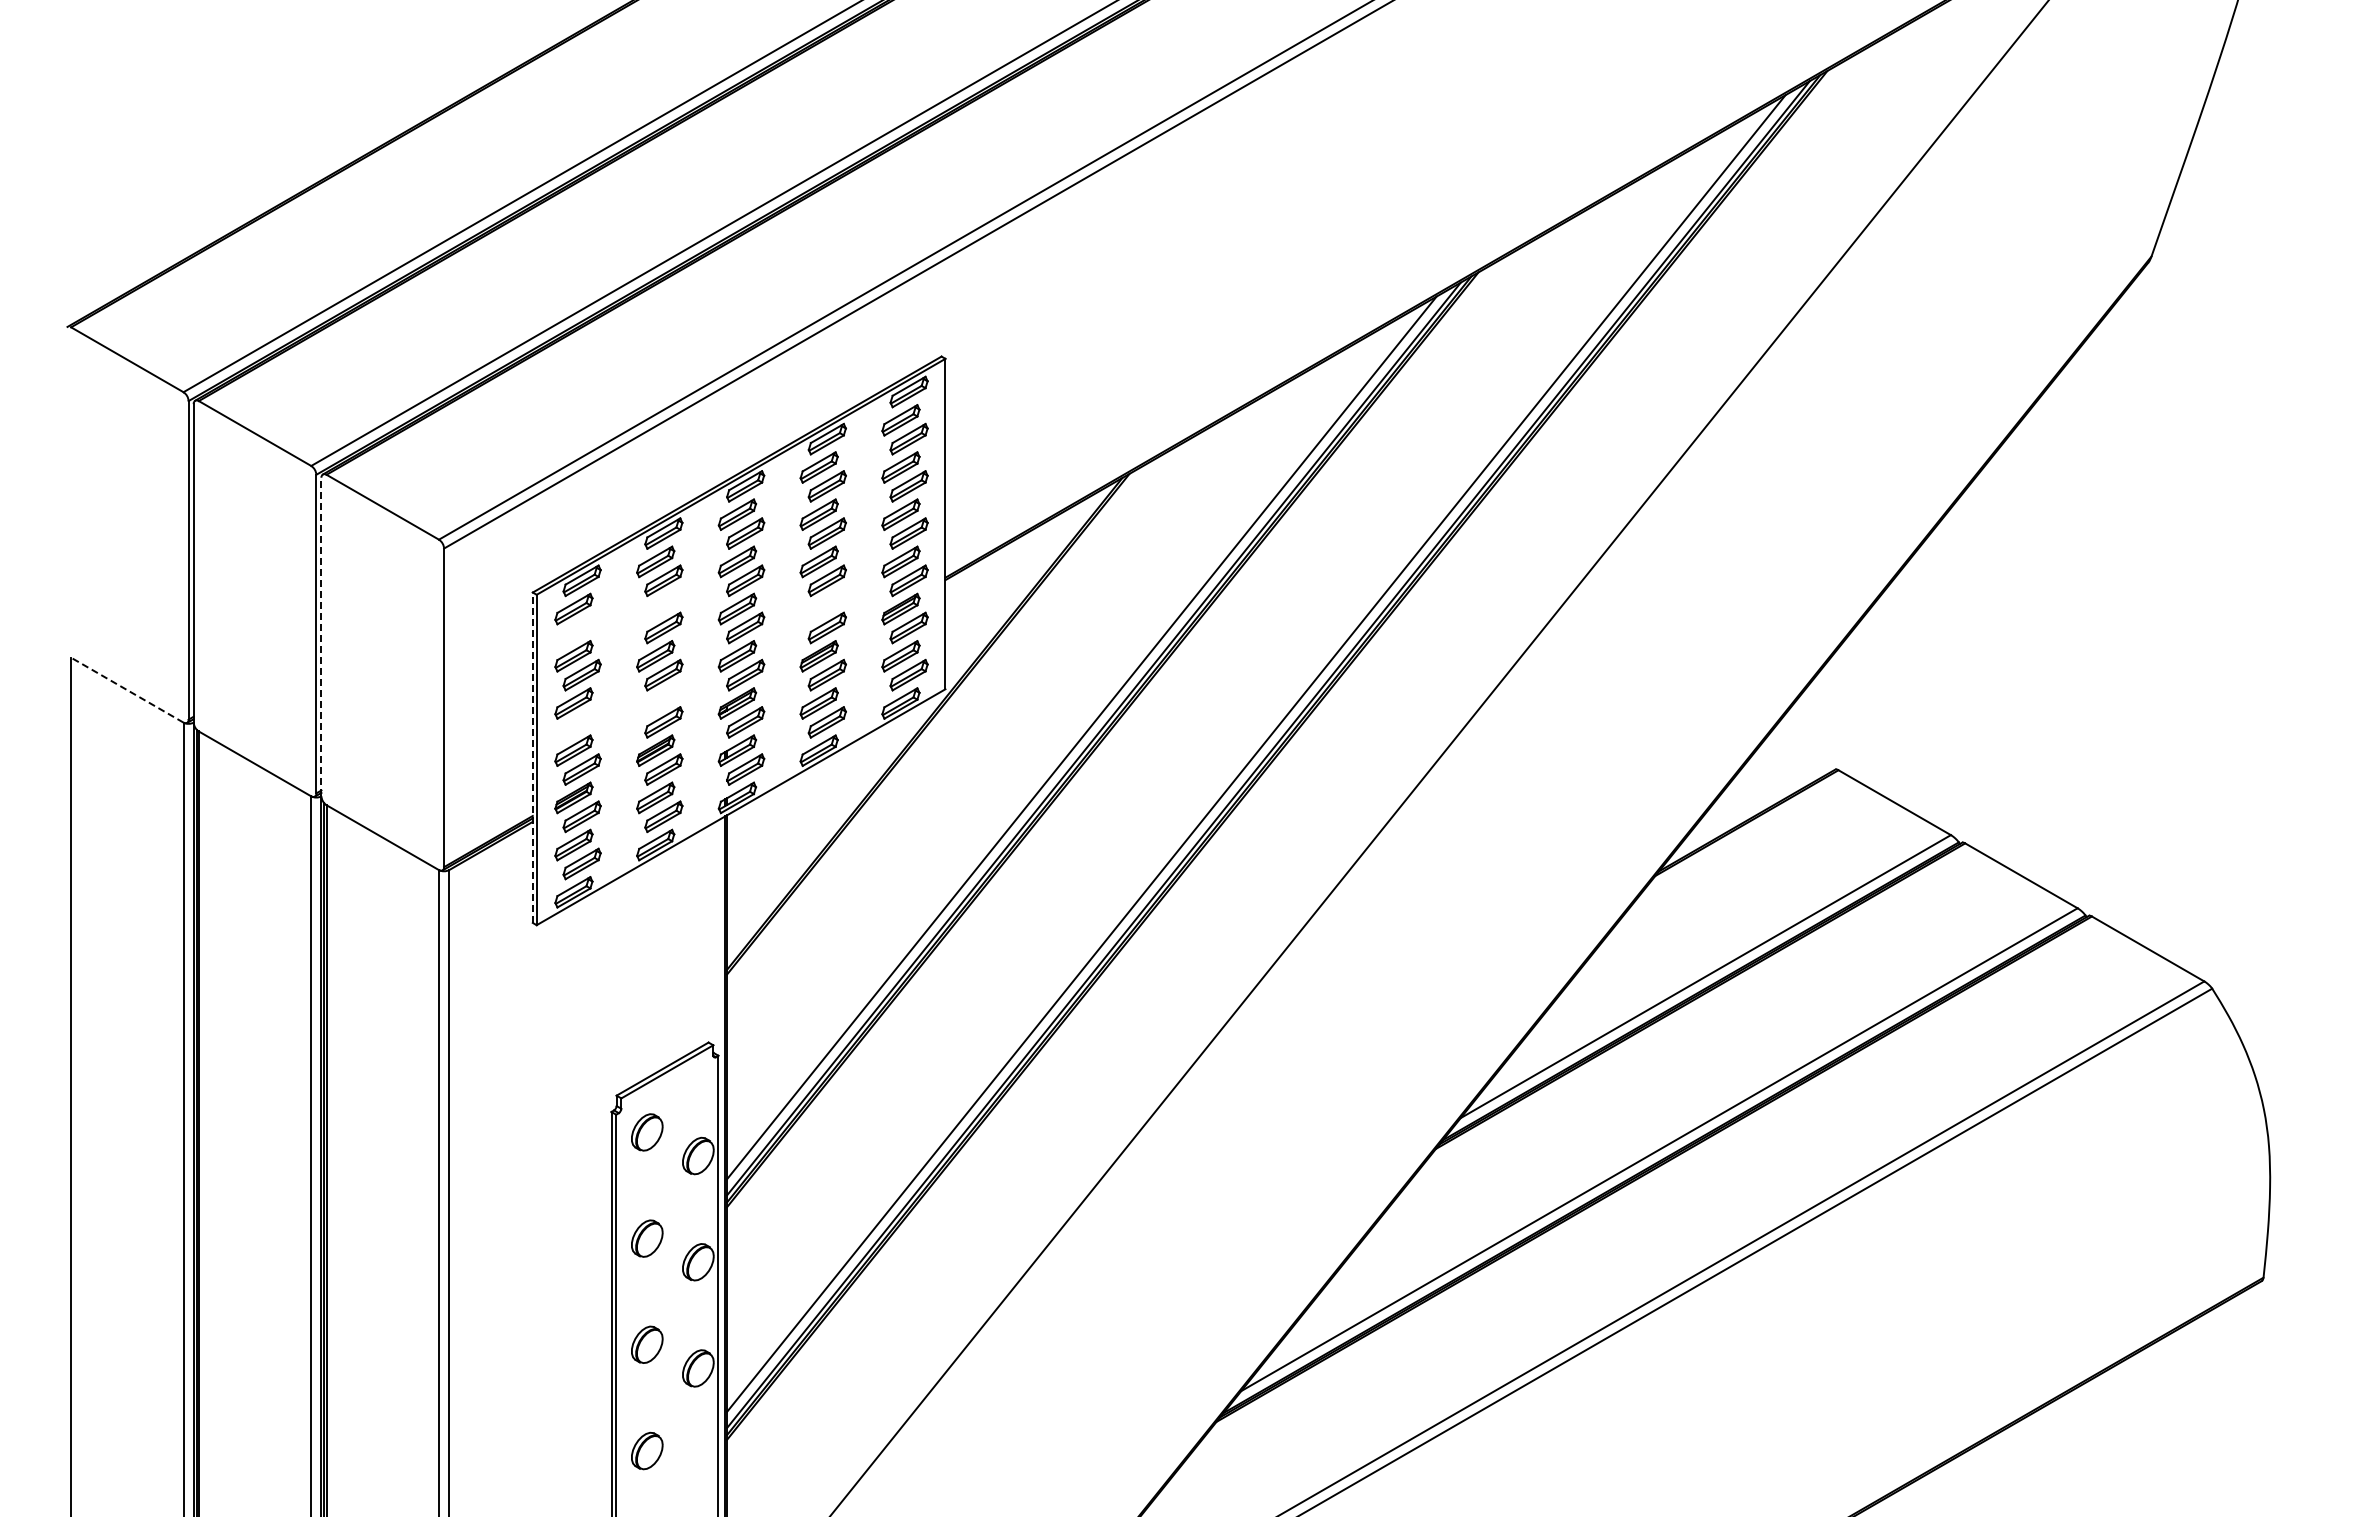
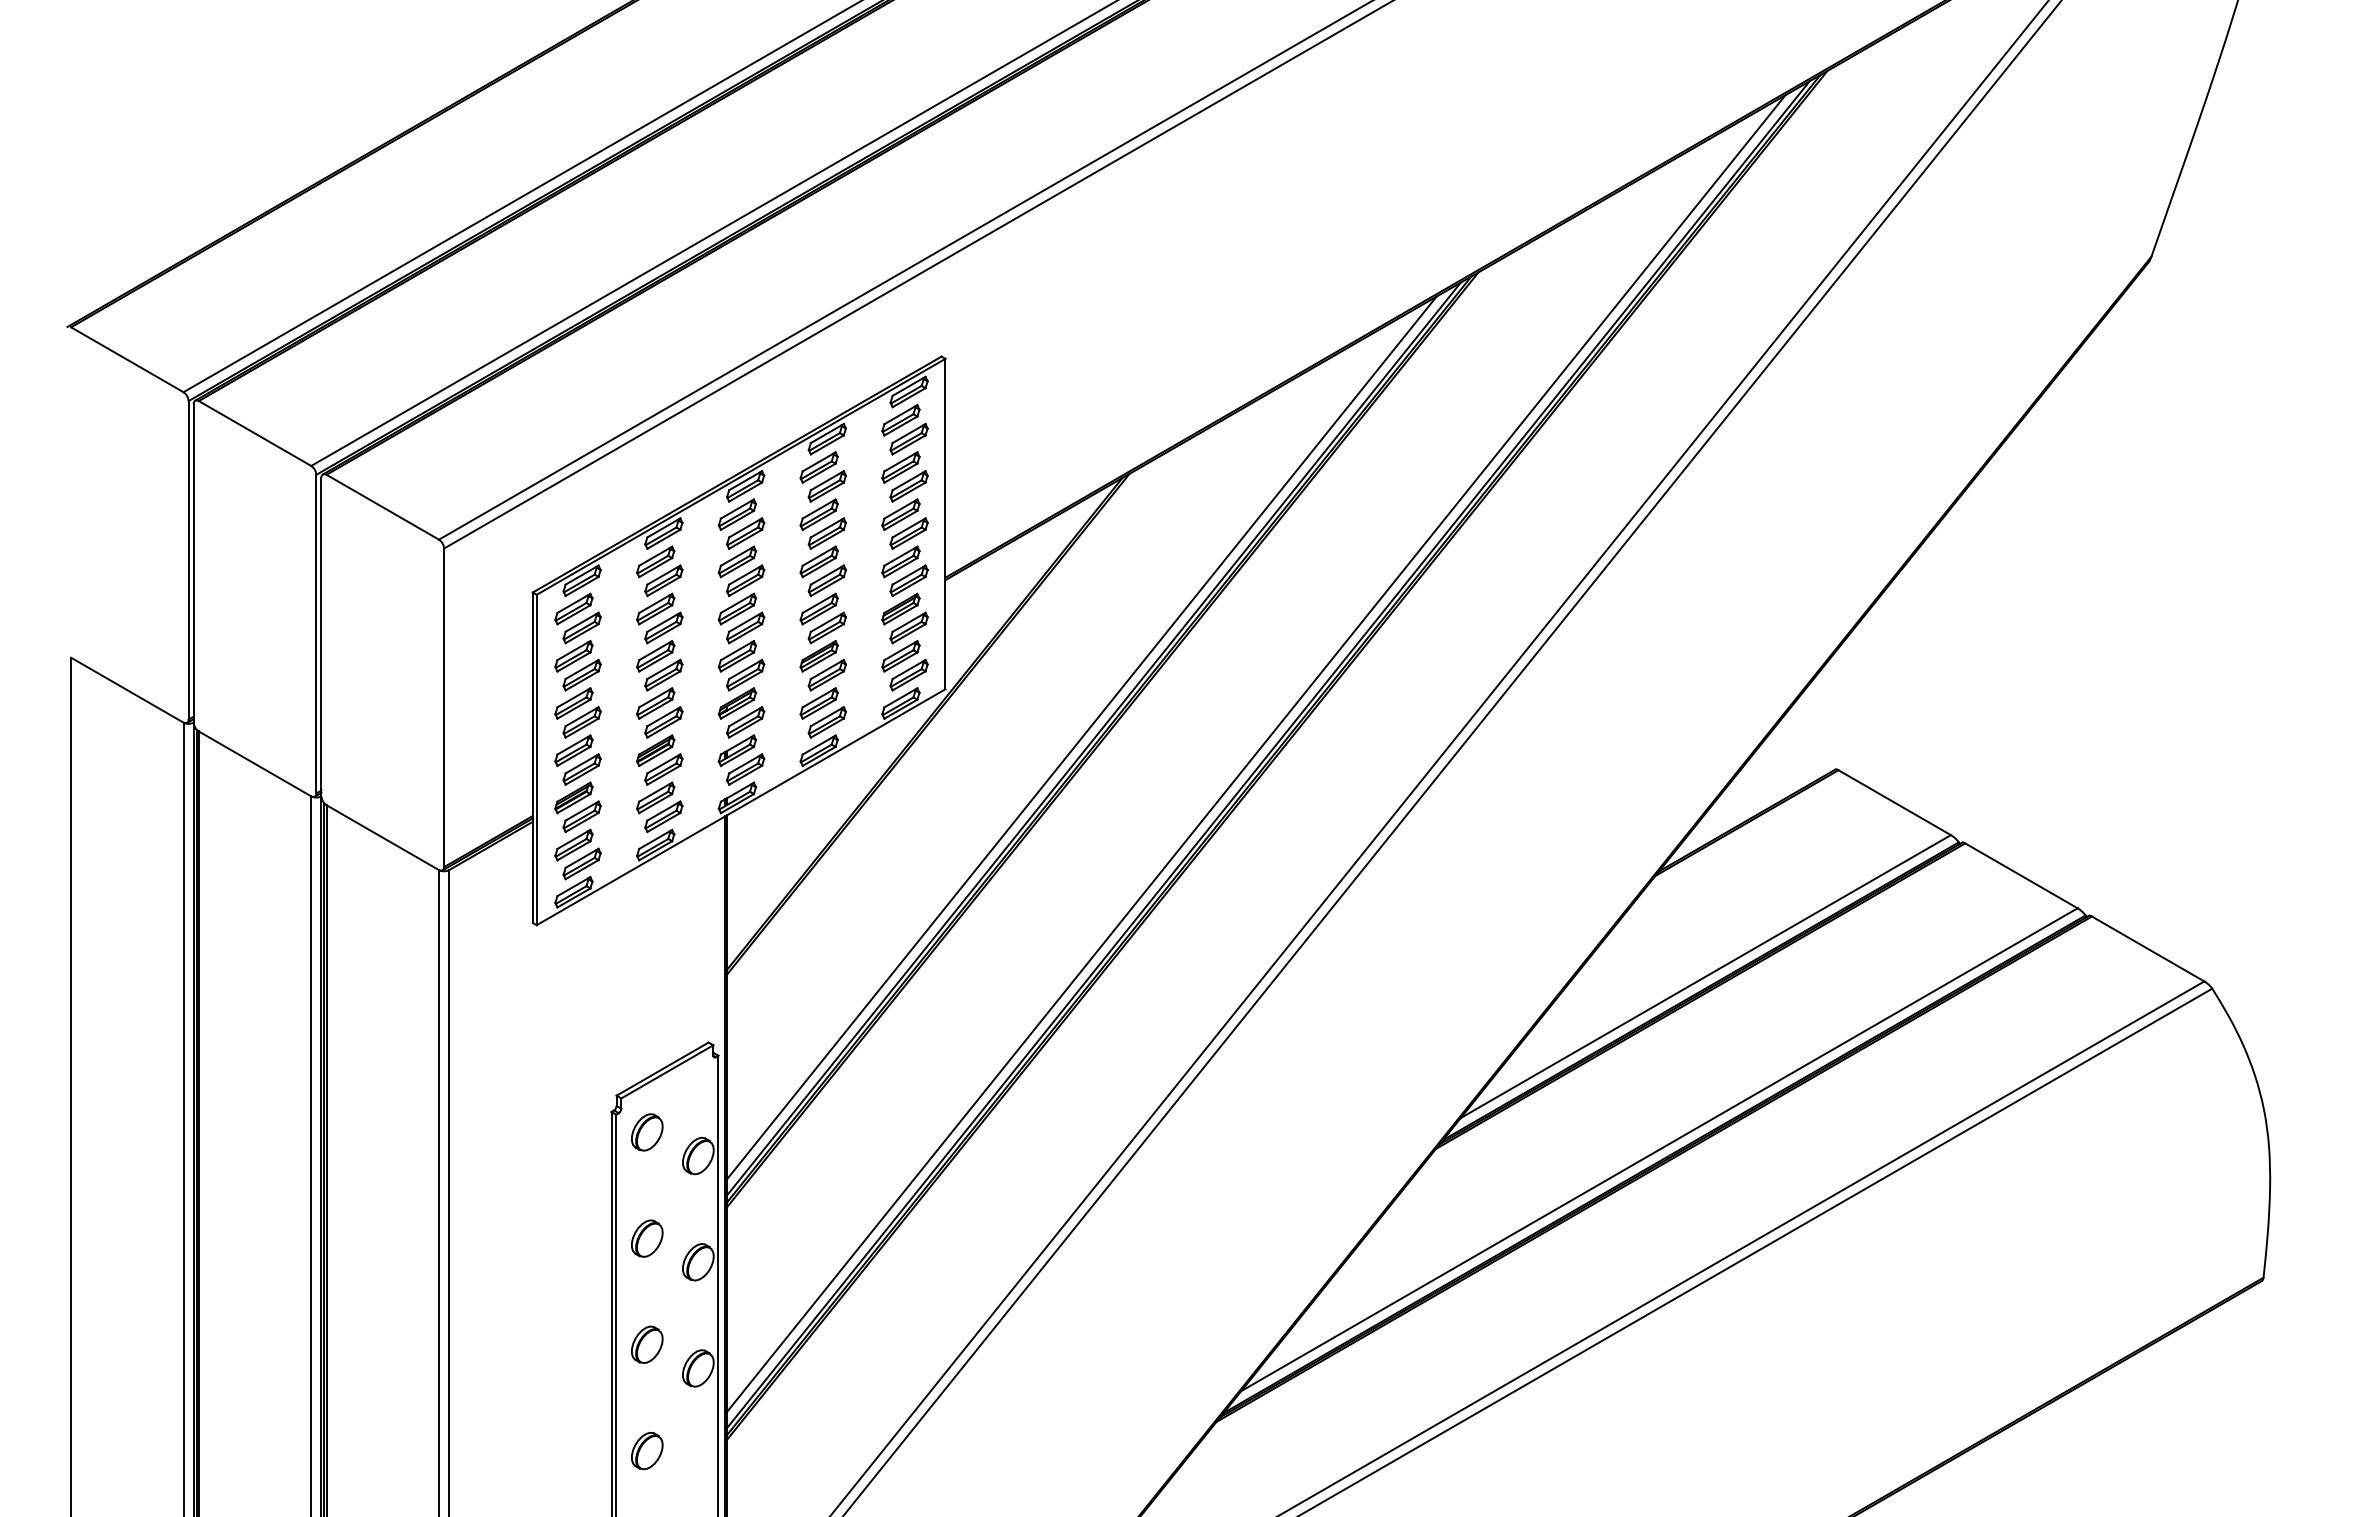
part at (655, 608): none -> present
part at (818, 608): none -> present
part at (581, 627): none -> present
line at (321, 636): dashed -> solid
line at (127, 690): dashed -> solid
part at (655, 703): none -> present
part at (581, 722): none -> present
line at (532, 757): dashed -> solid
line at (1452, 757): none -> present
